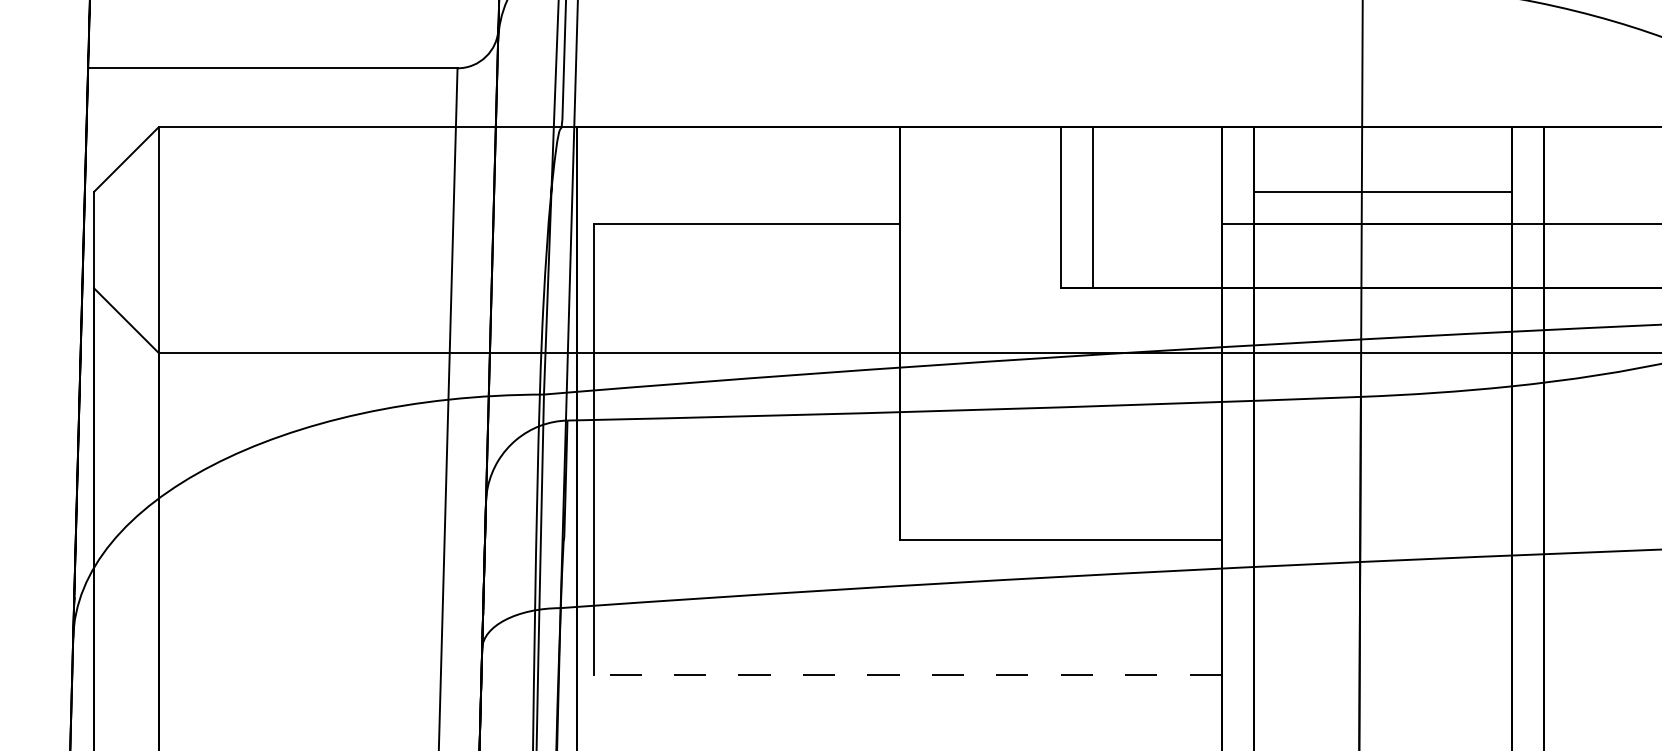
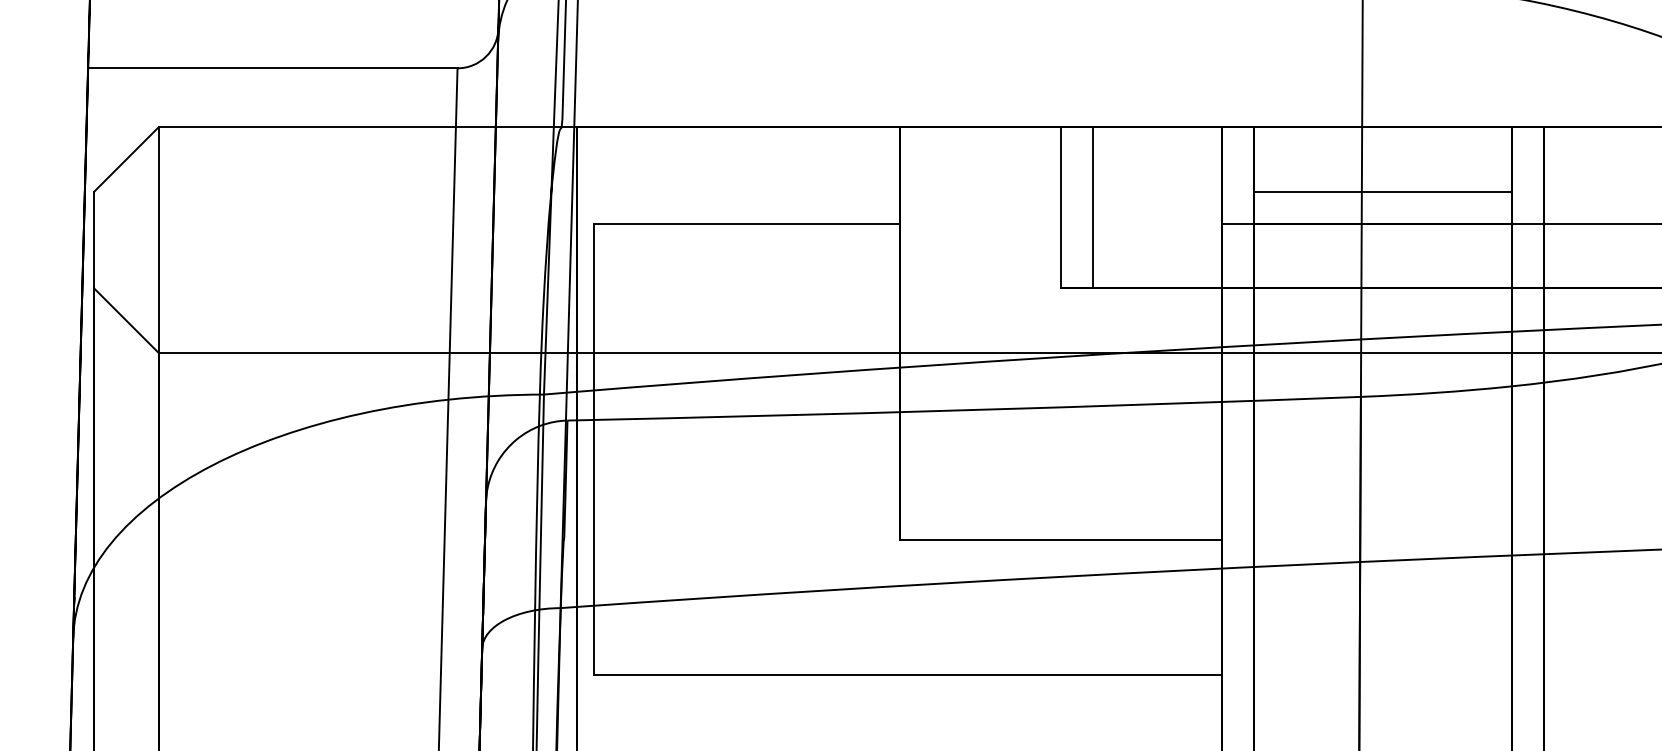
line at (907, 675): dashed -> solid
